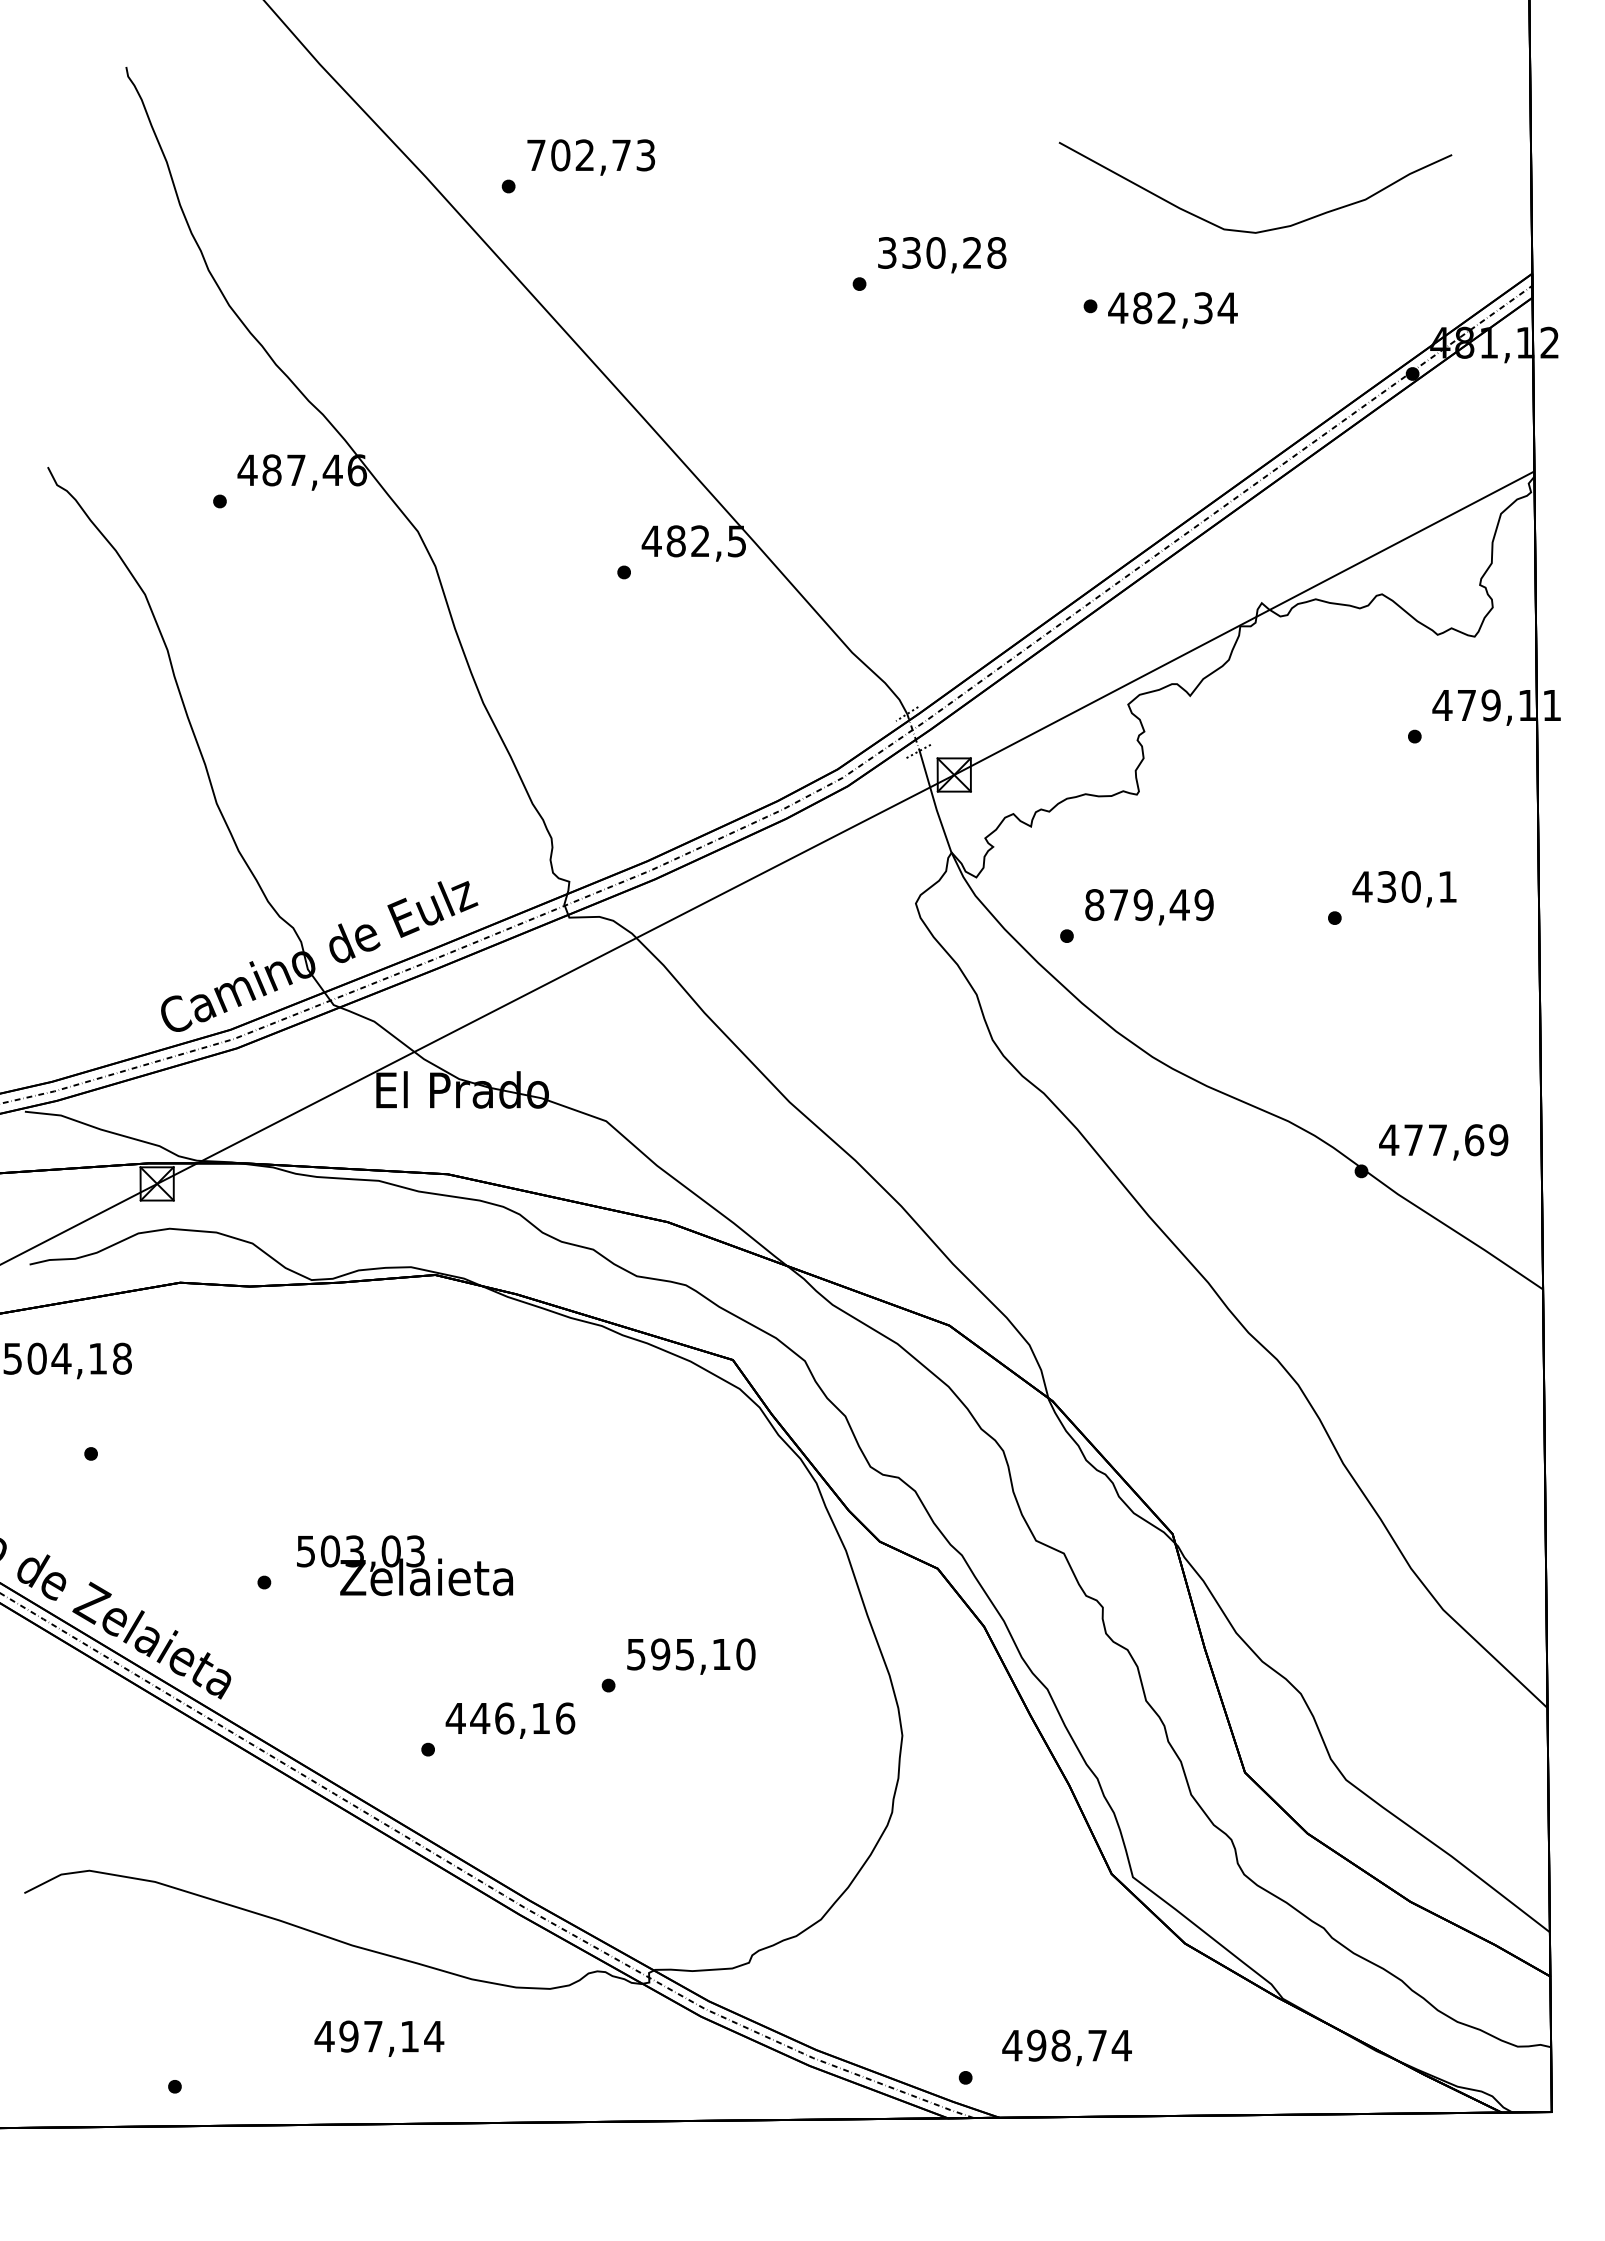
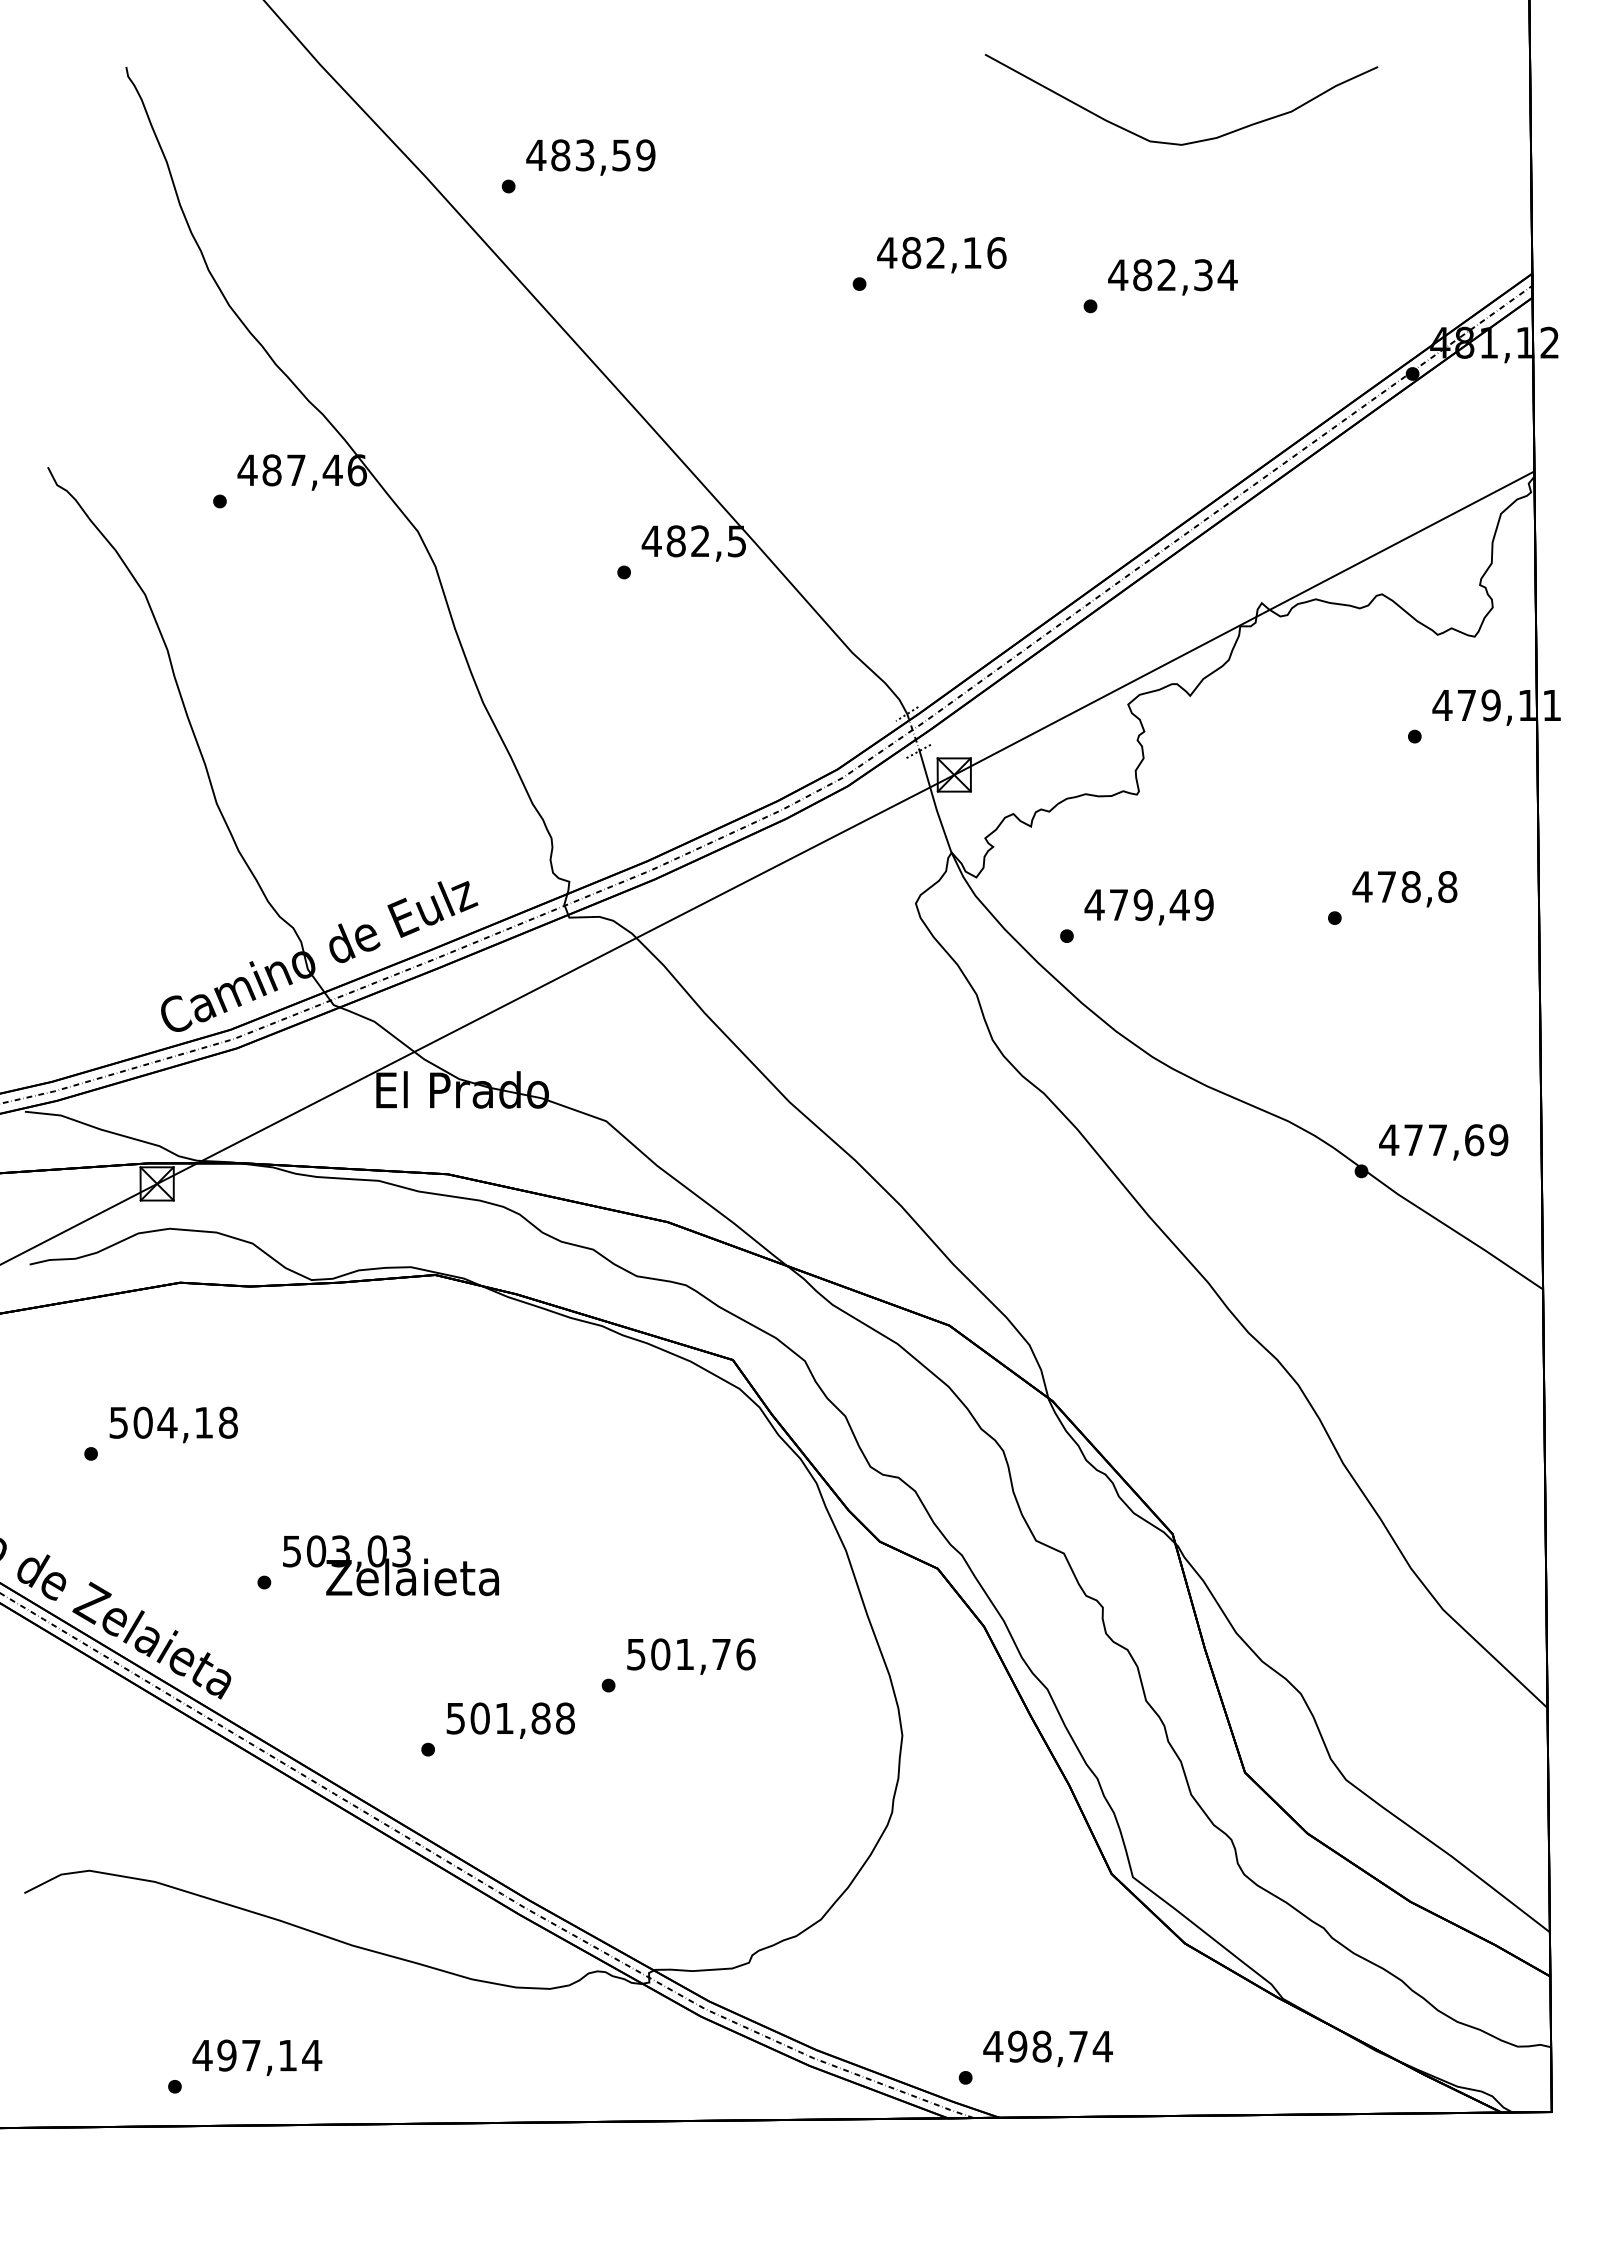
text at (590, 155): 702,73 -> 483,59
curve at (1266, 229) position: (1266, 229) -> (1192, 141)
text at (941, 252): 330,28 -> 482,16
text at (1172, 310) position: (1172, 310) -> (1172, 277)
text at (1417, 886): 430,1 -> 478,8
text at (1094, 905): 879,49 -> 479,49
text at (67, 1360) position: (67, 1360) -> (173, 1424)
text at (404, 1565) position: (404, 1565) -> (390, 1565)
text at (703, 1654): 595,10 -> 501,76
text at (510, 1718): 446,16 -> 501,88
text at (379, 2038) position: (379, 2038) -> (257, 2057)
text at (1066, 2047) position: (1066, 2047) -> (1047, 2048)
